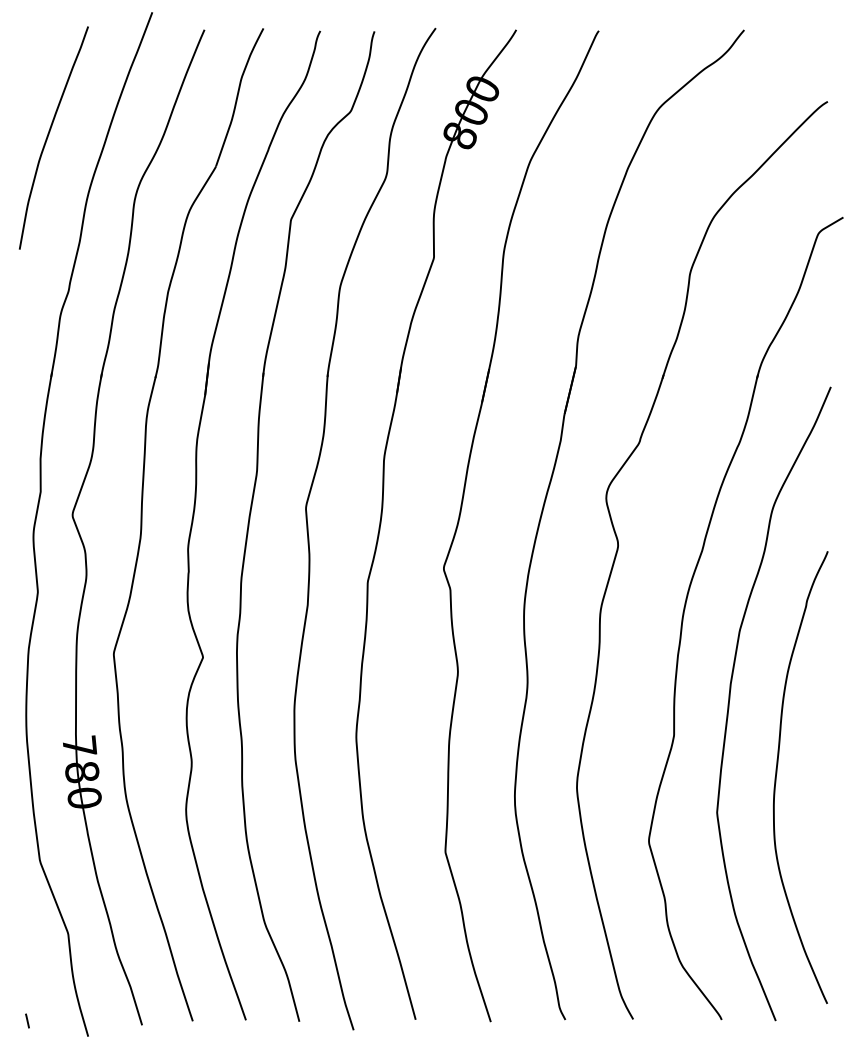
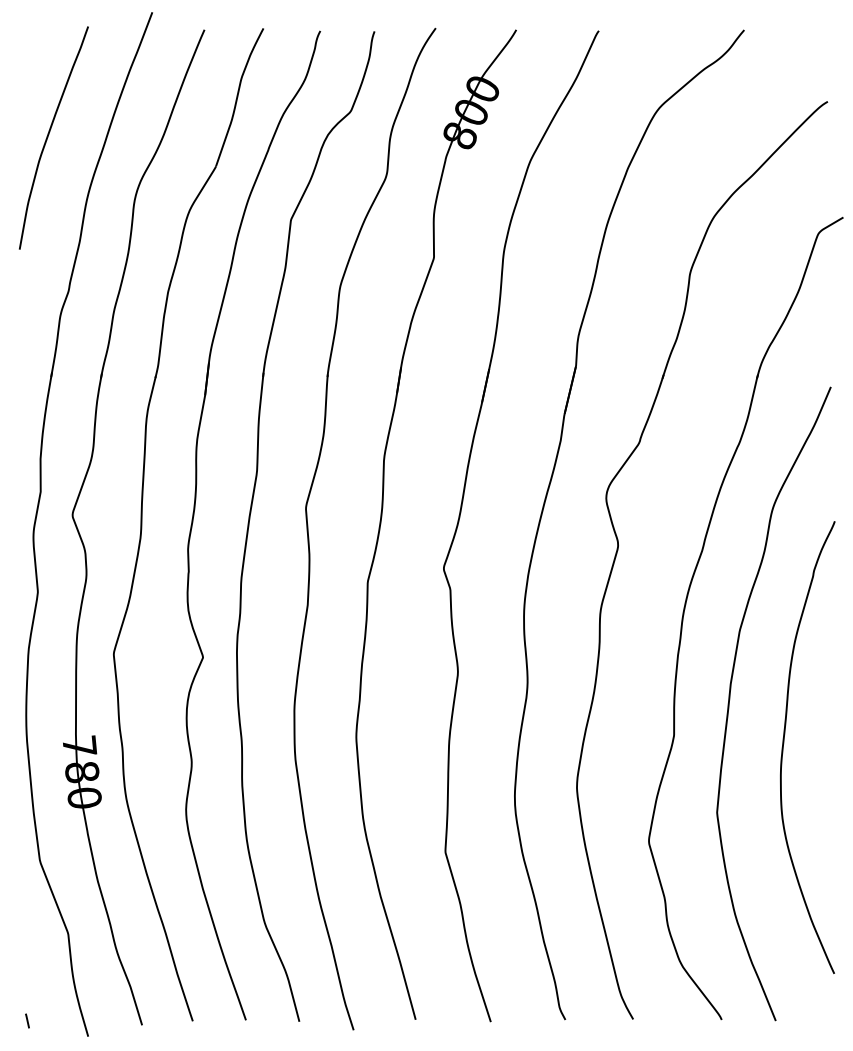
curve at (777, 773) position: (777, 773) -> (784, 743)
